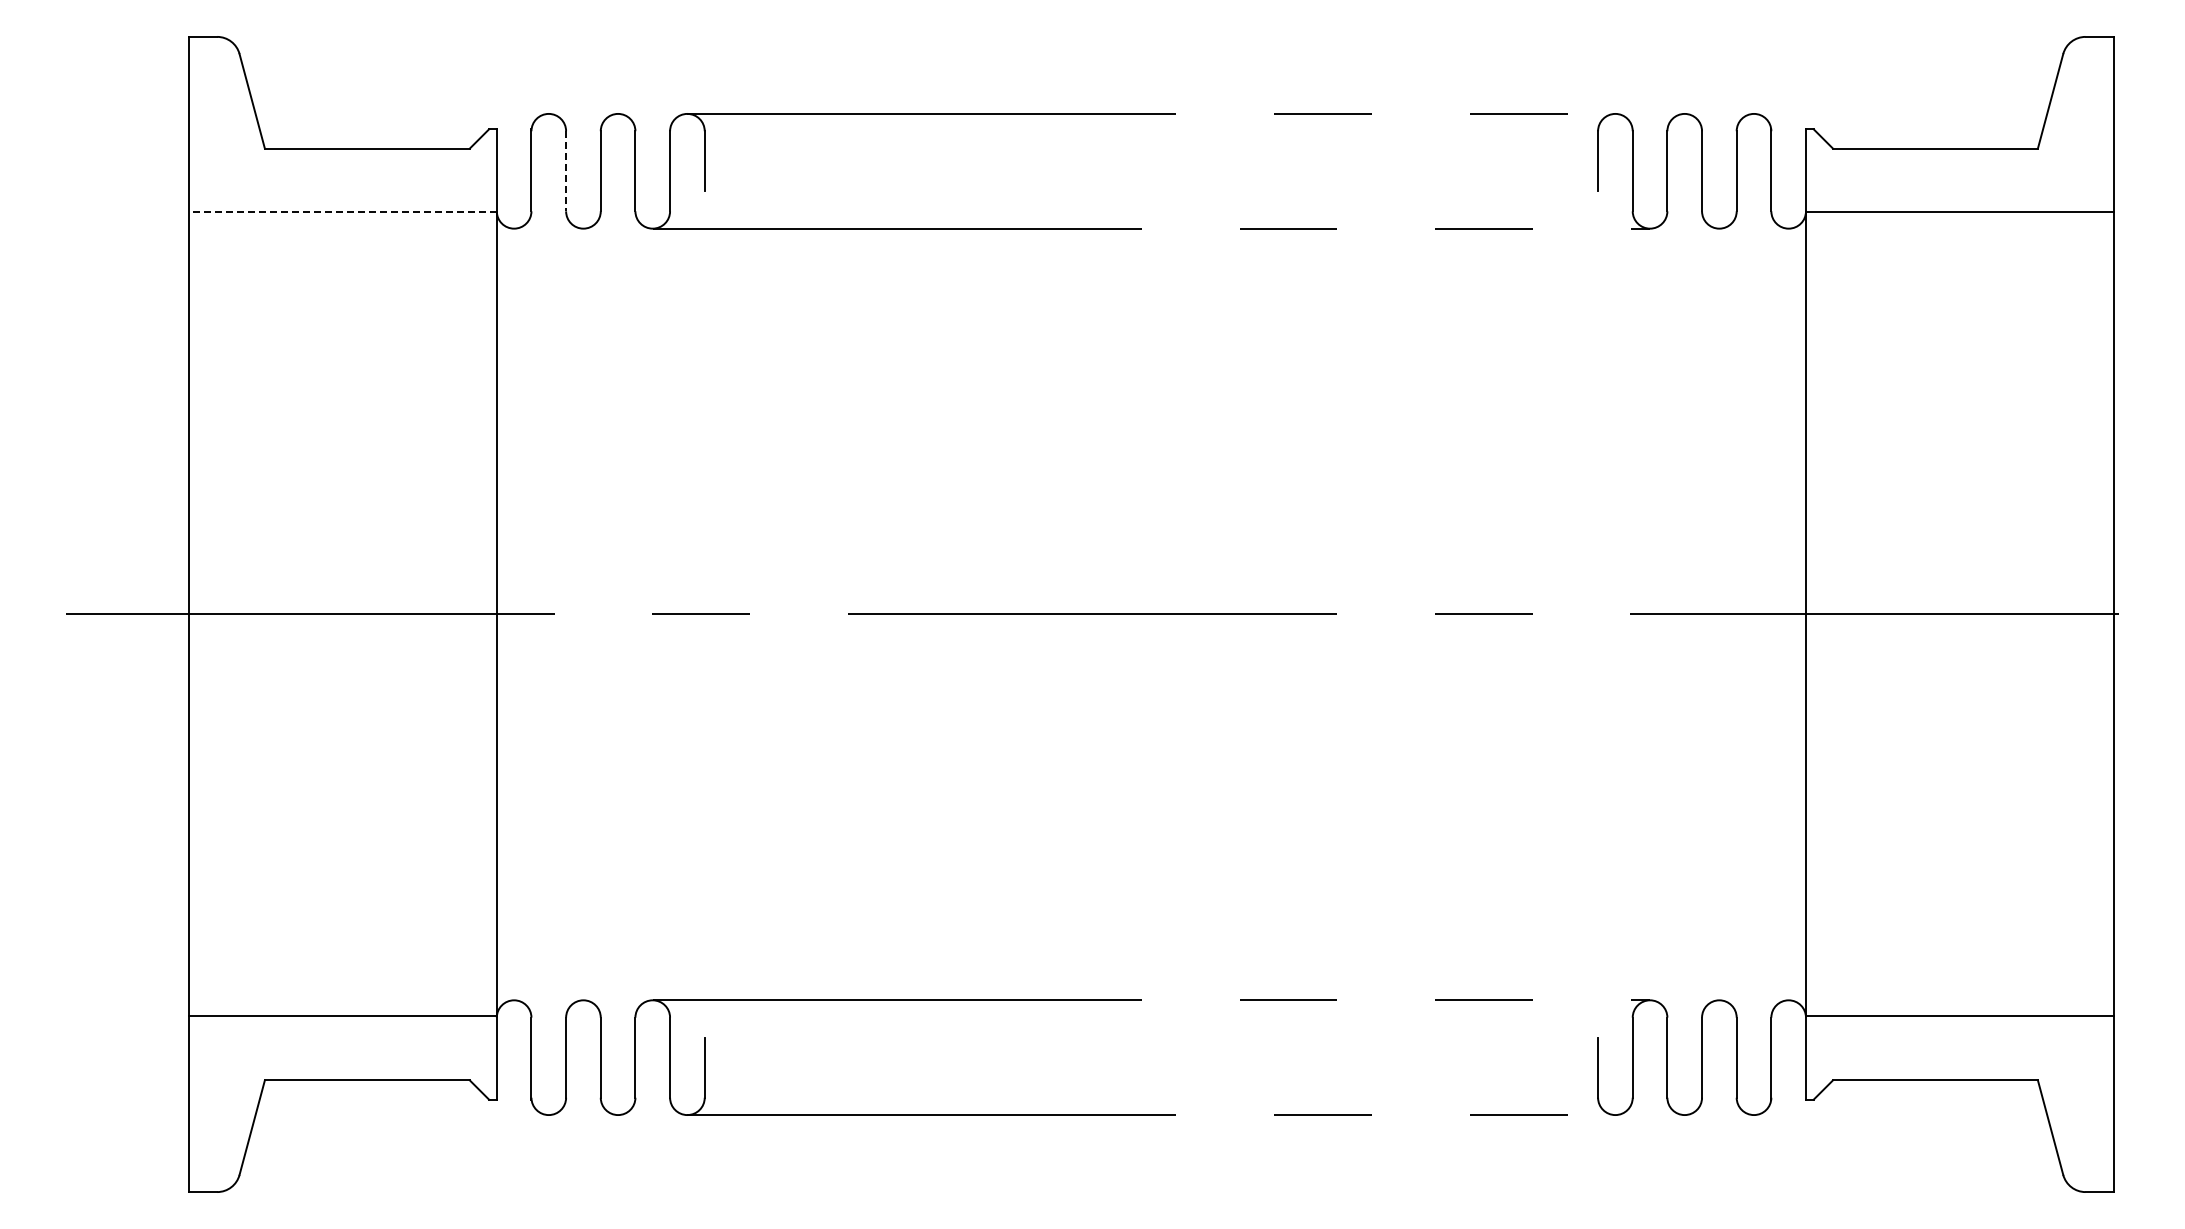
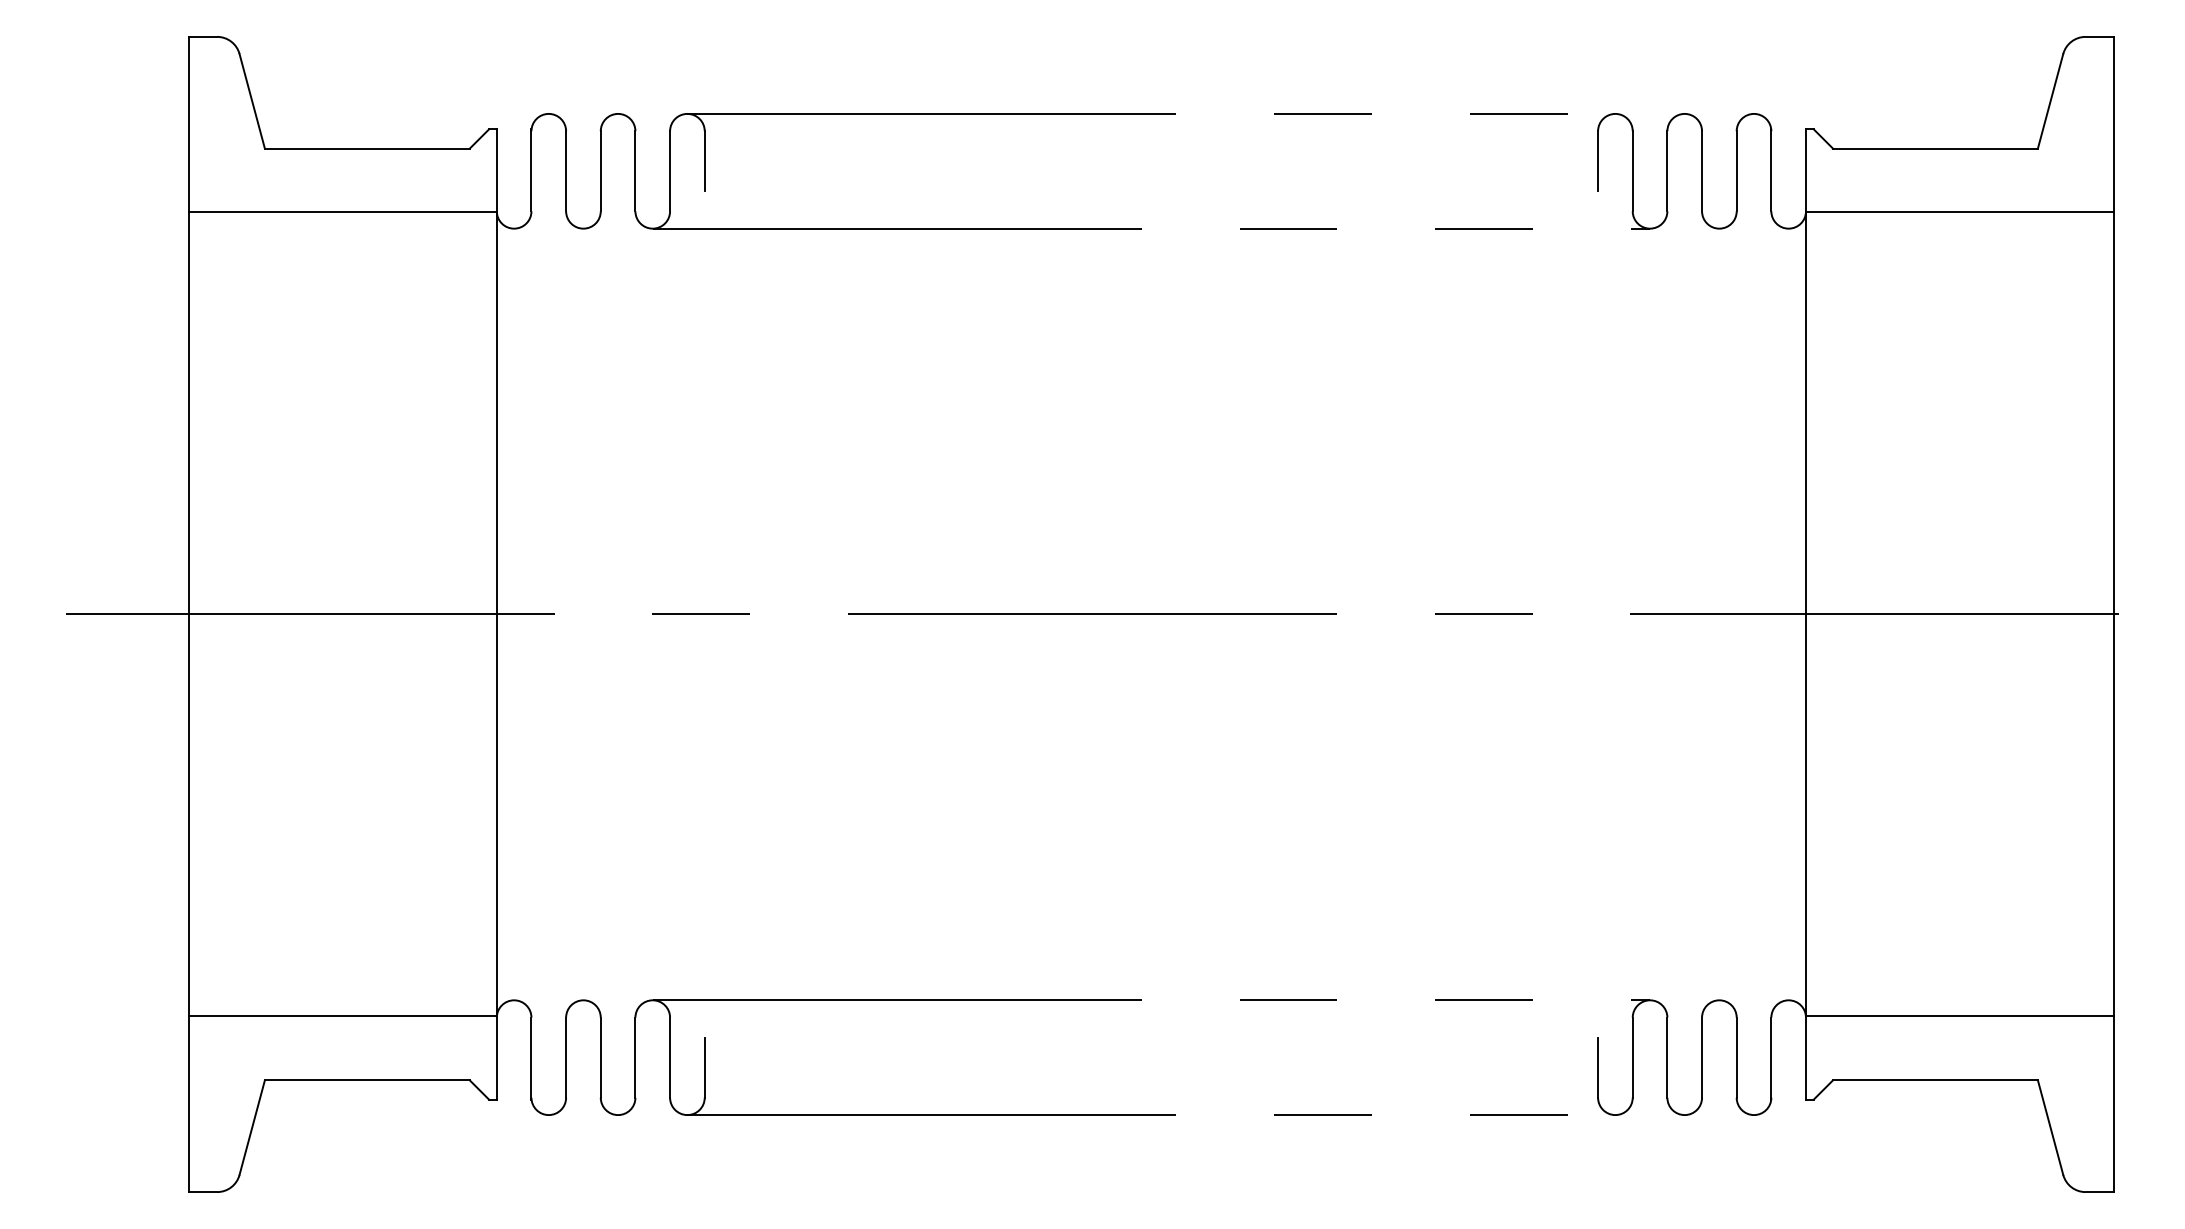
line at (566, 171): dashed -> solid
line at (342, 212): dashed -> solid
